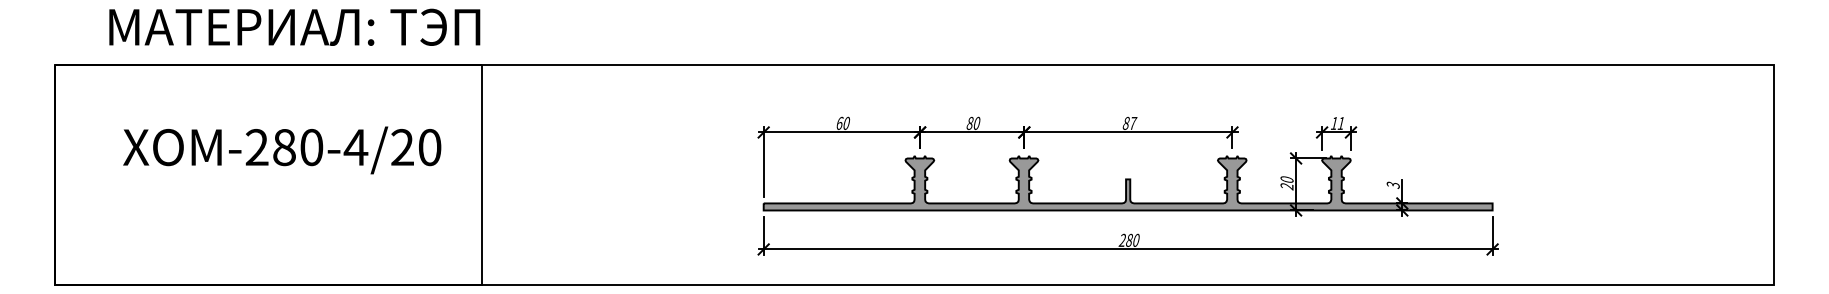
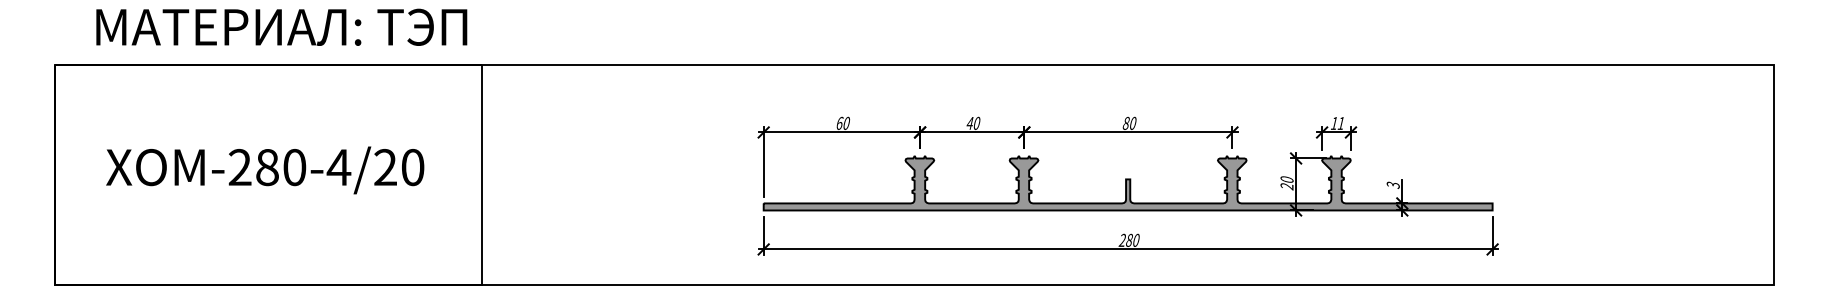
text at (294, 26) position: (294, 26) -> (281, 26)
text at (969, 122): 80 -> 40
text at (1133, 122): 87 -> 80
text at (282, 150) position: (282, 150) -> (265, 170)
